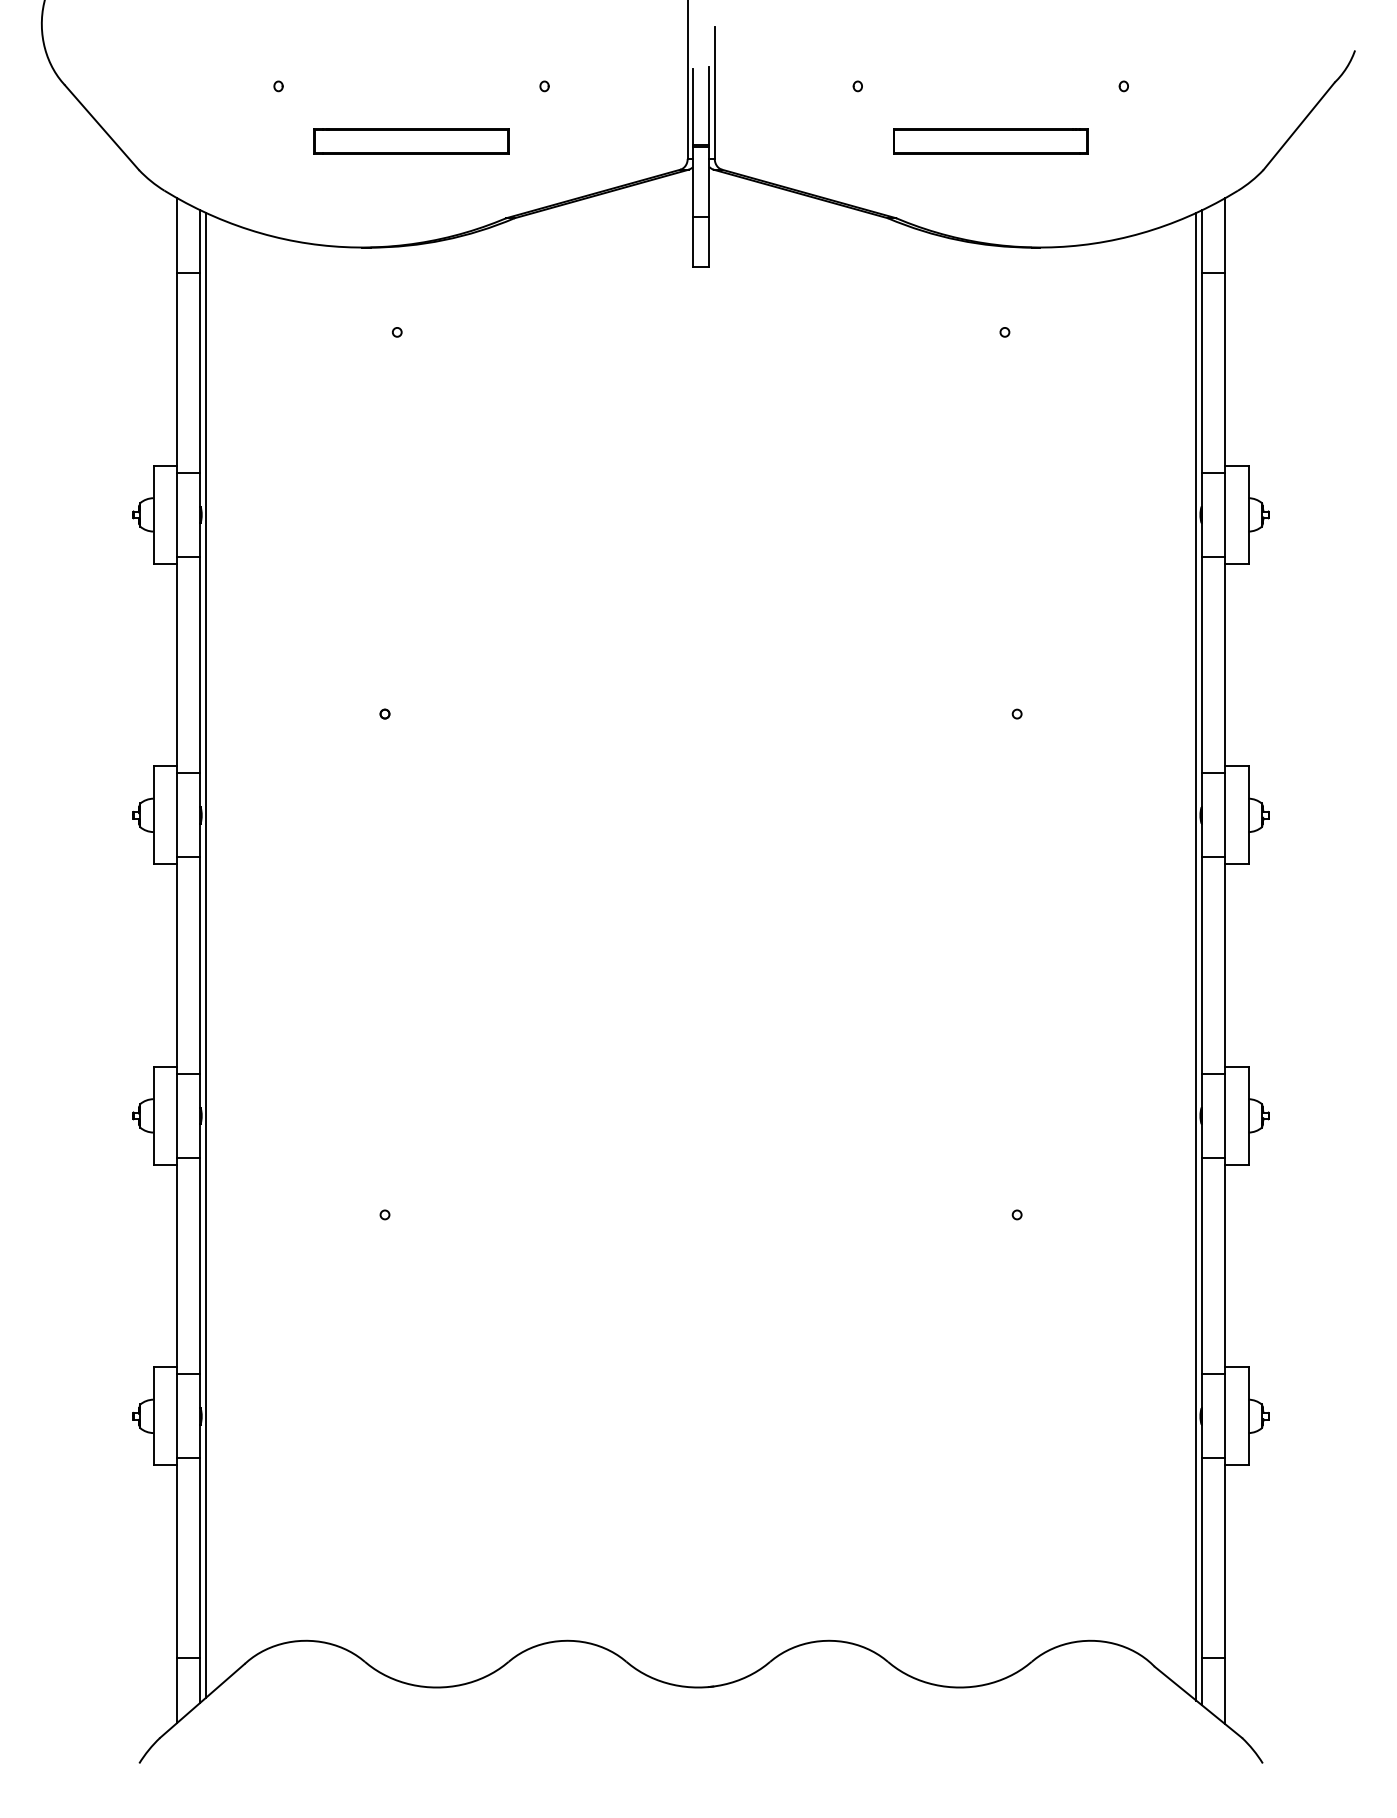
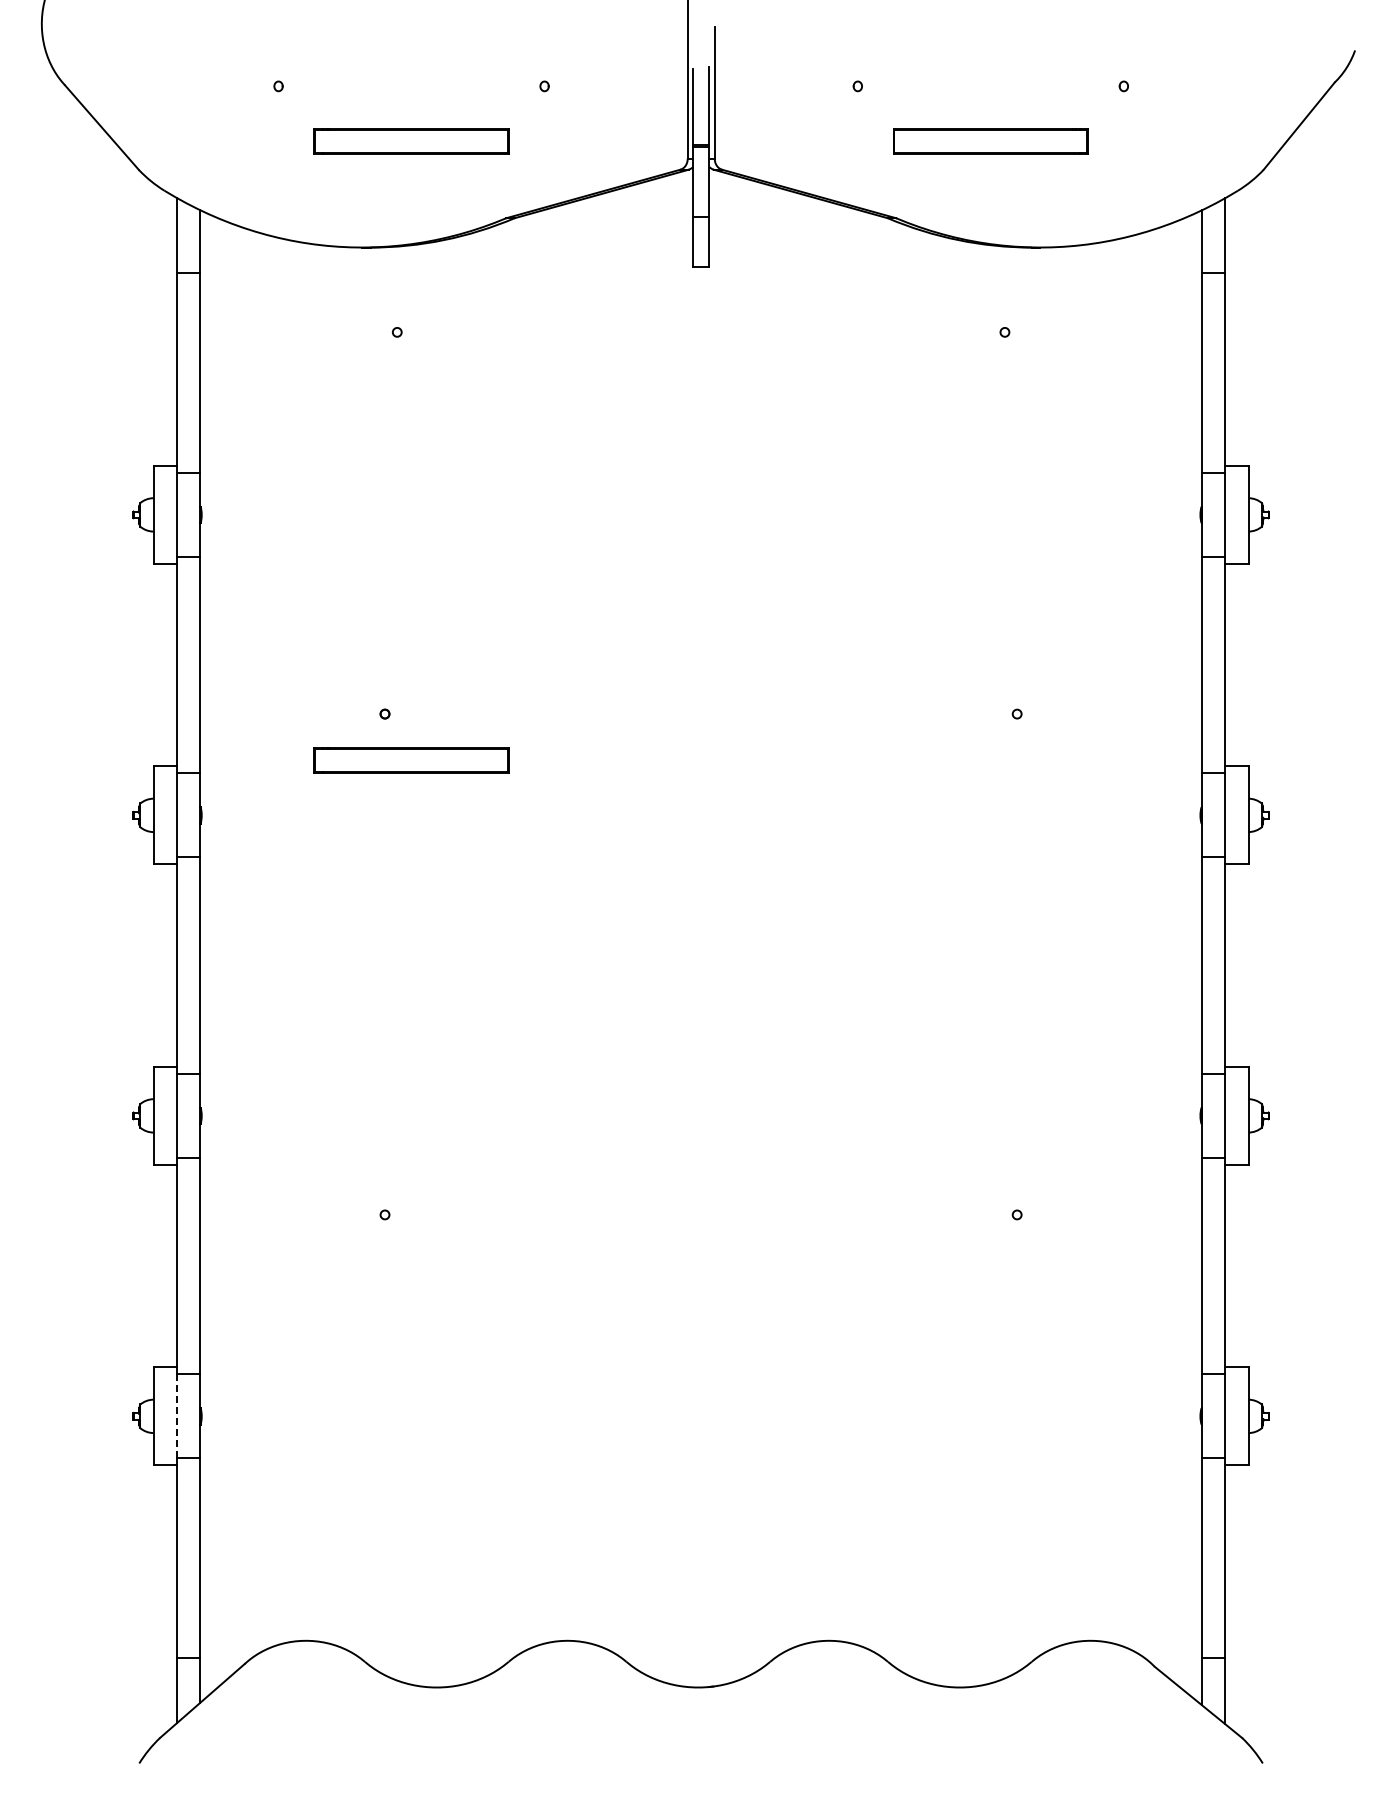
part at (411, 760): none -> present
line at (205, 954): present -> none
line at (1196, 956): present -> none
line at (176, 1415): solid -> dashed
